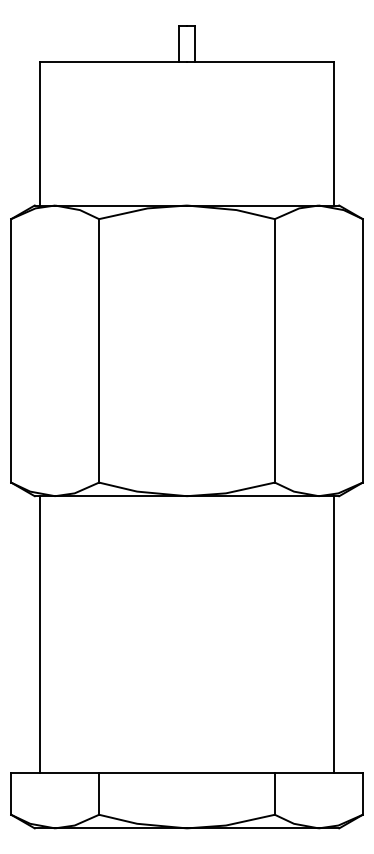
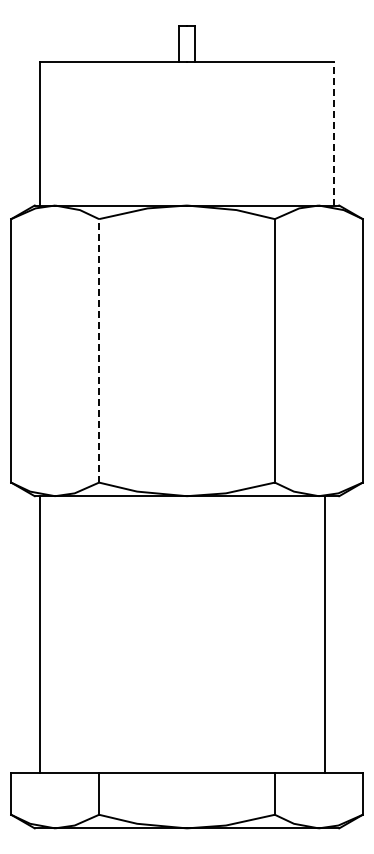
line at (333, 133): solid -> dashed
line at (99, 350): solid -> dashed
line at (333, 634) position: (333, 634) -> (324, 634)
